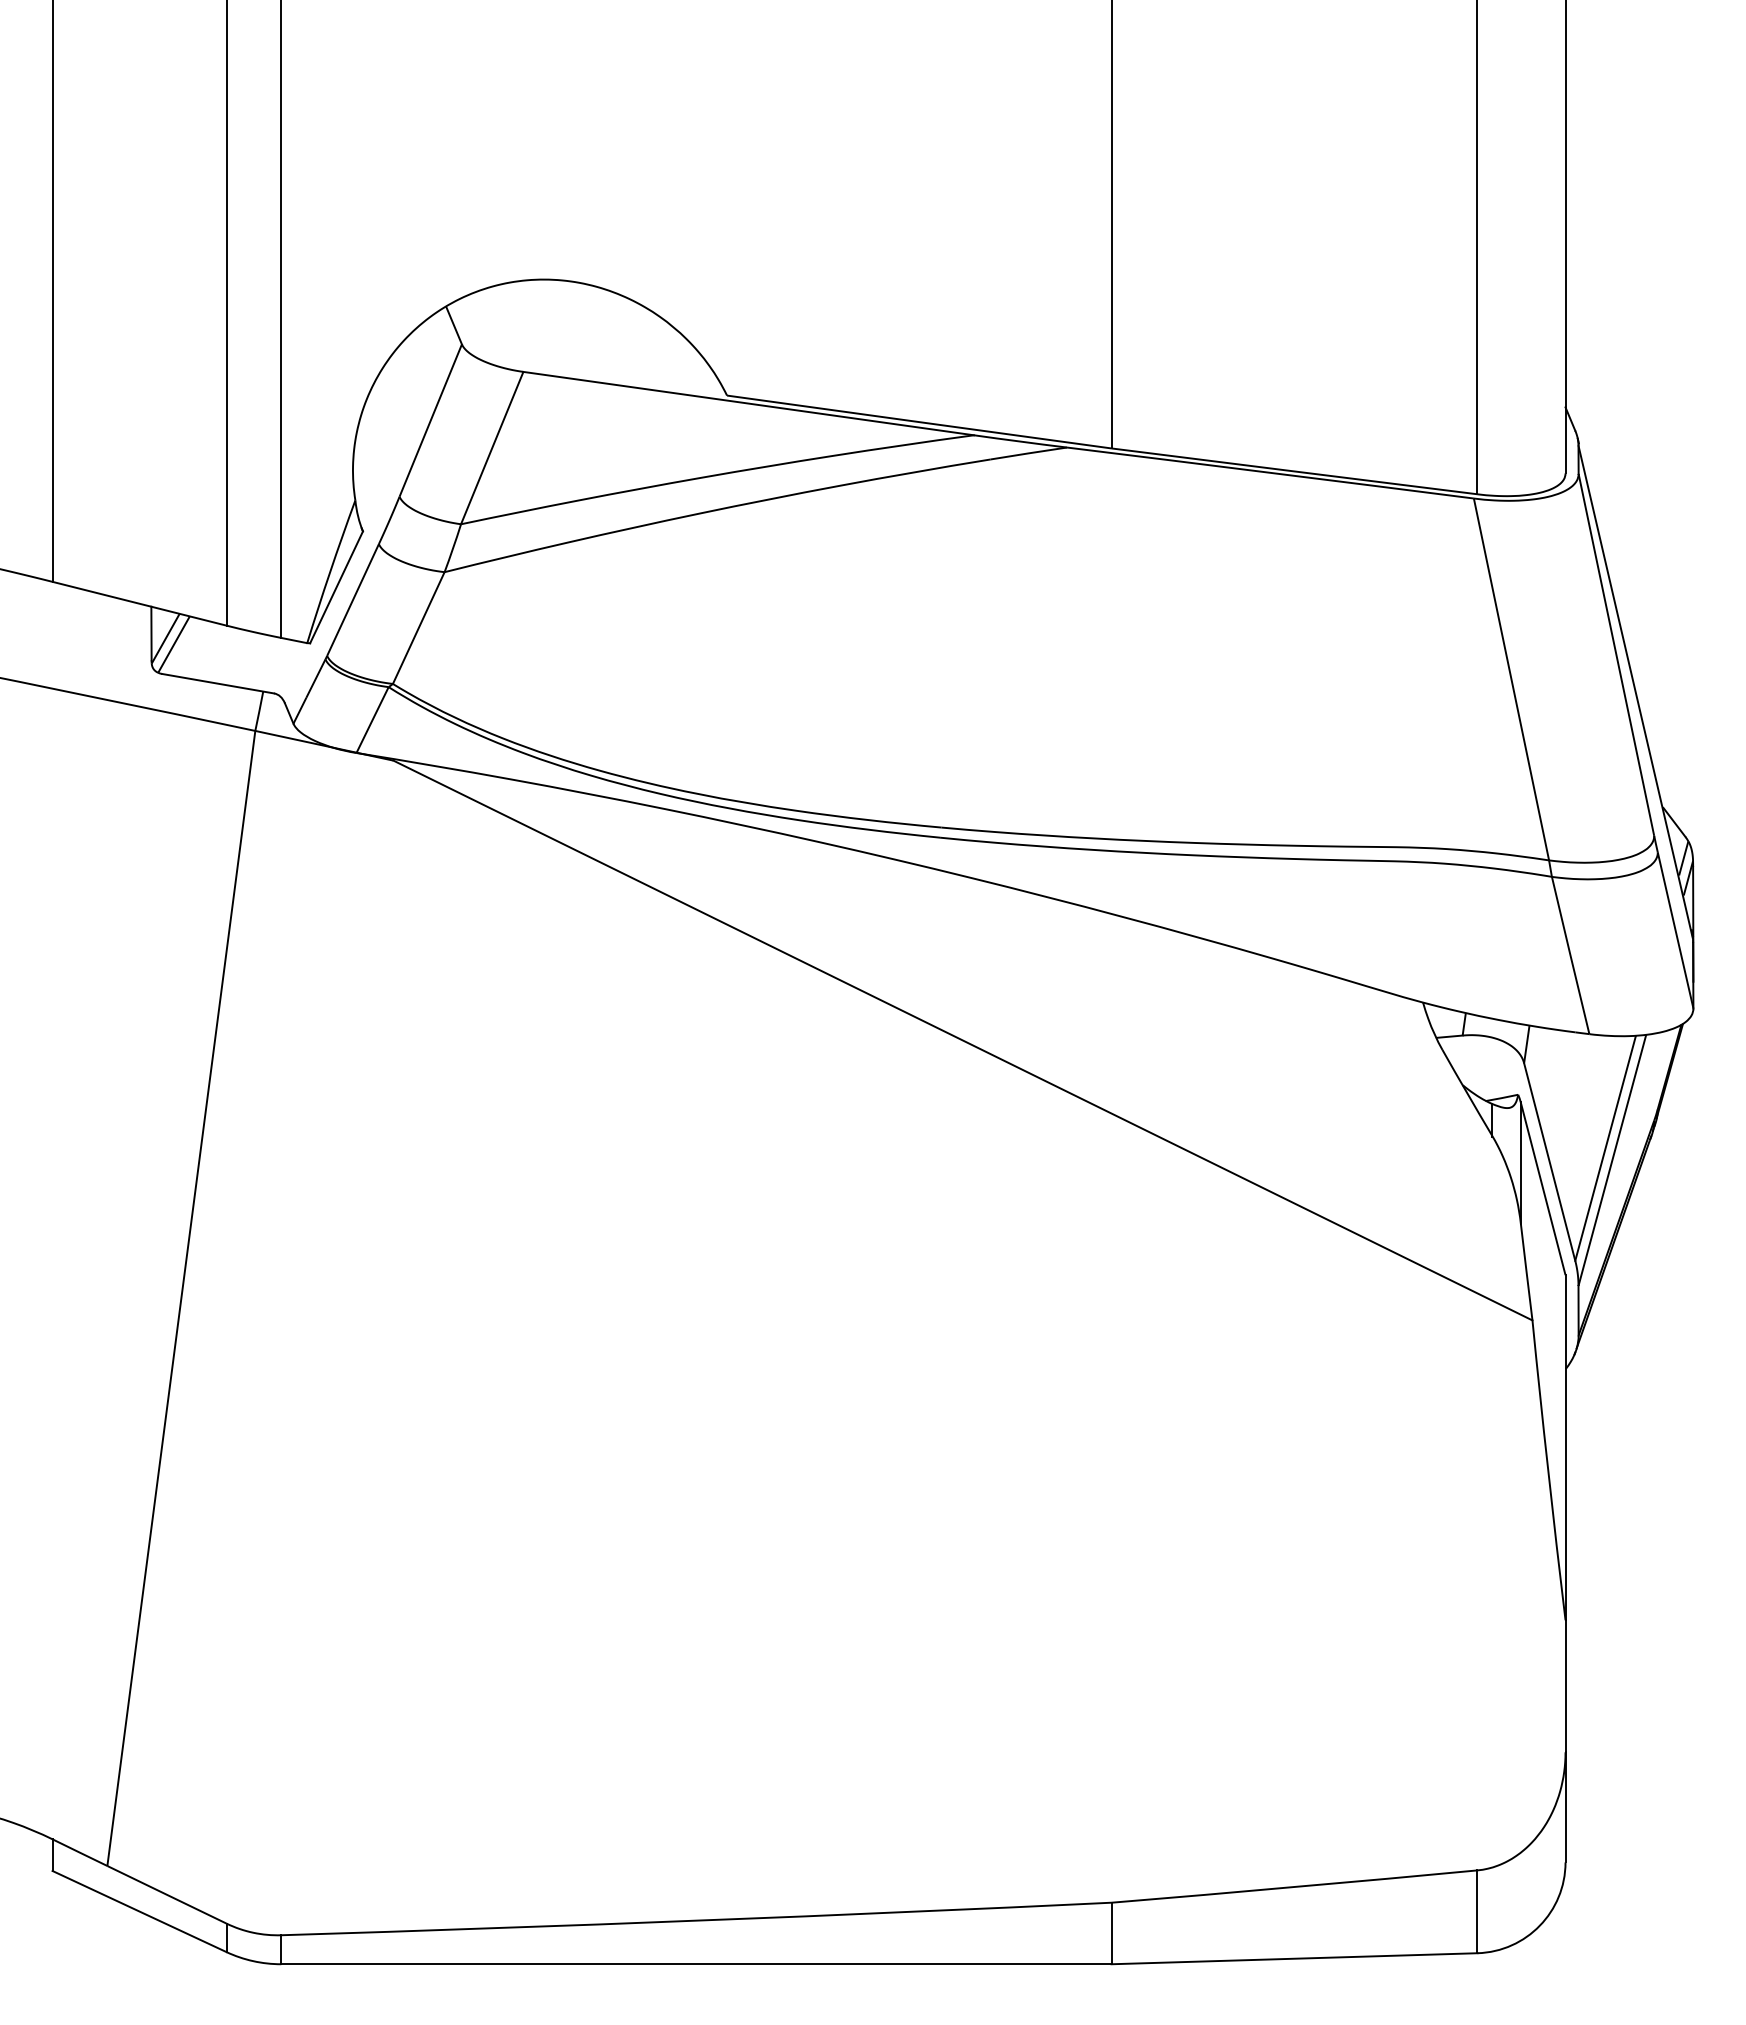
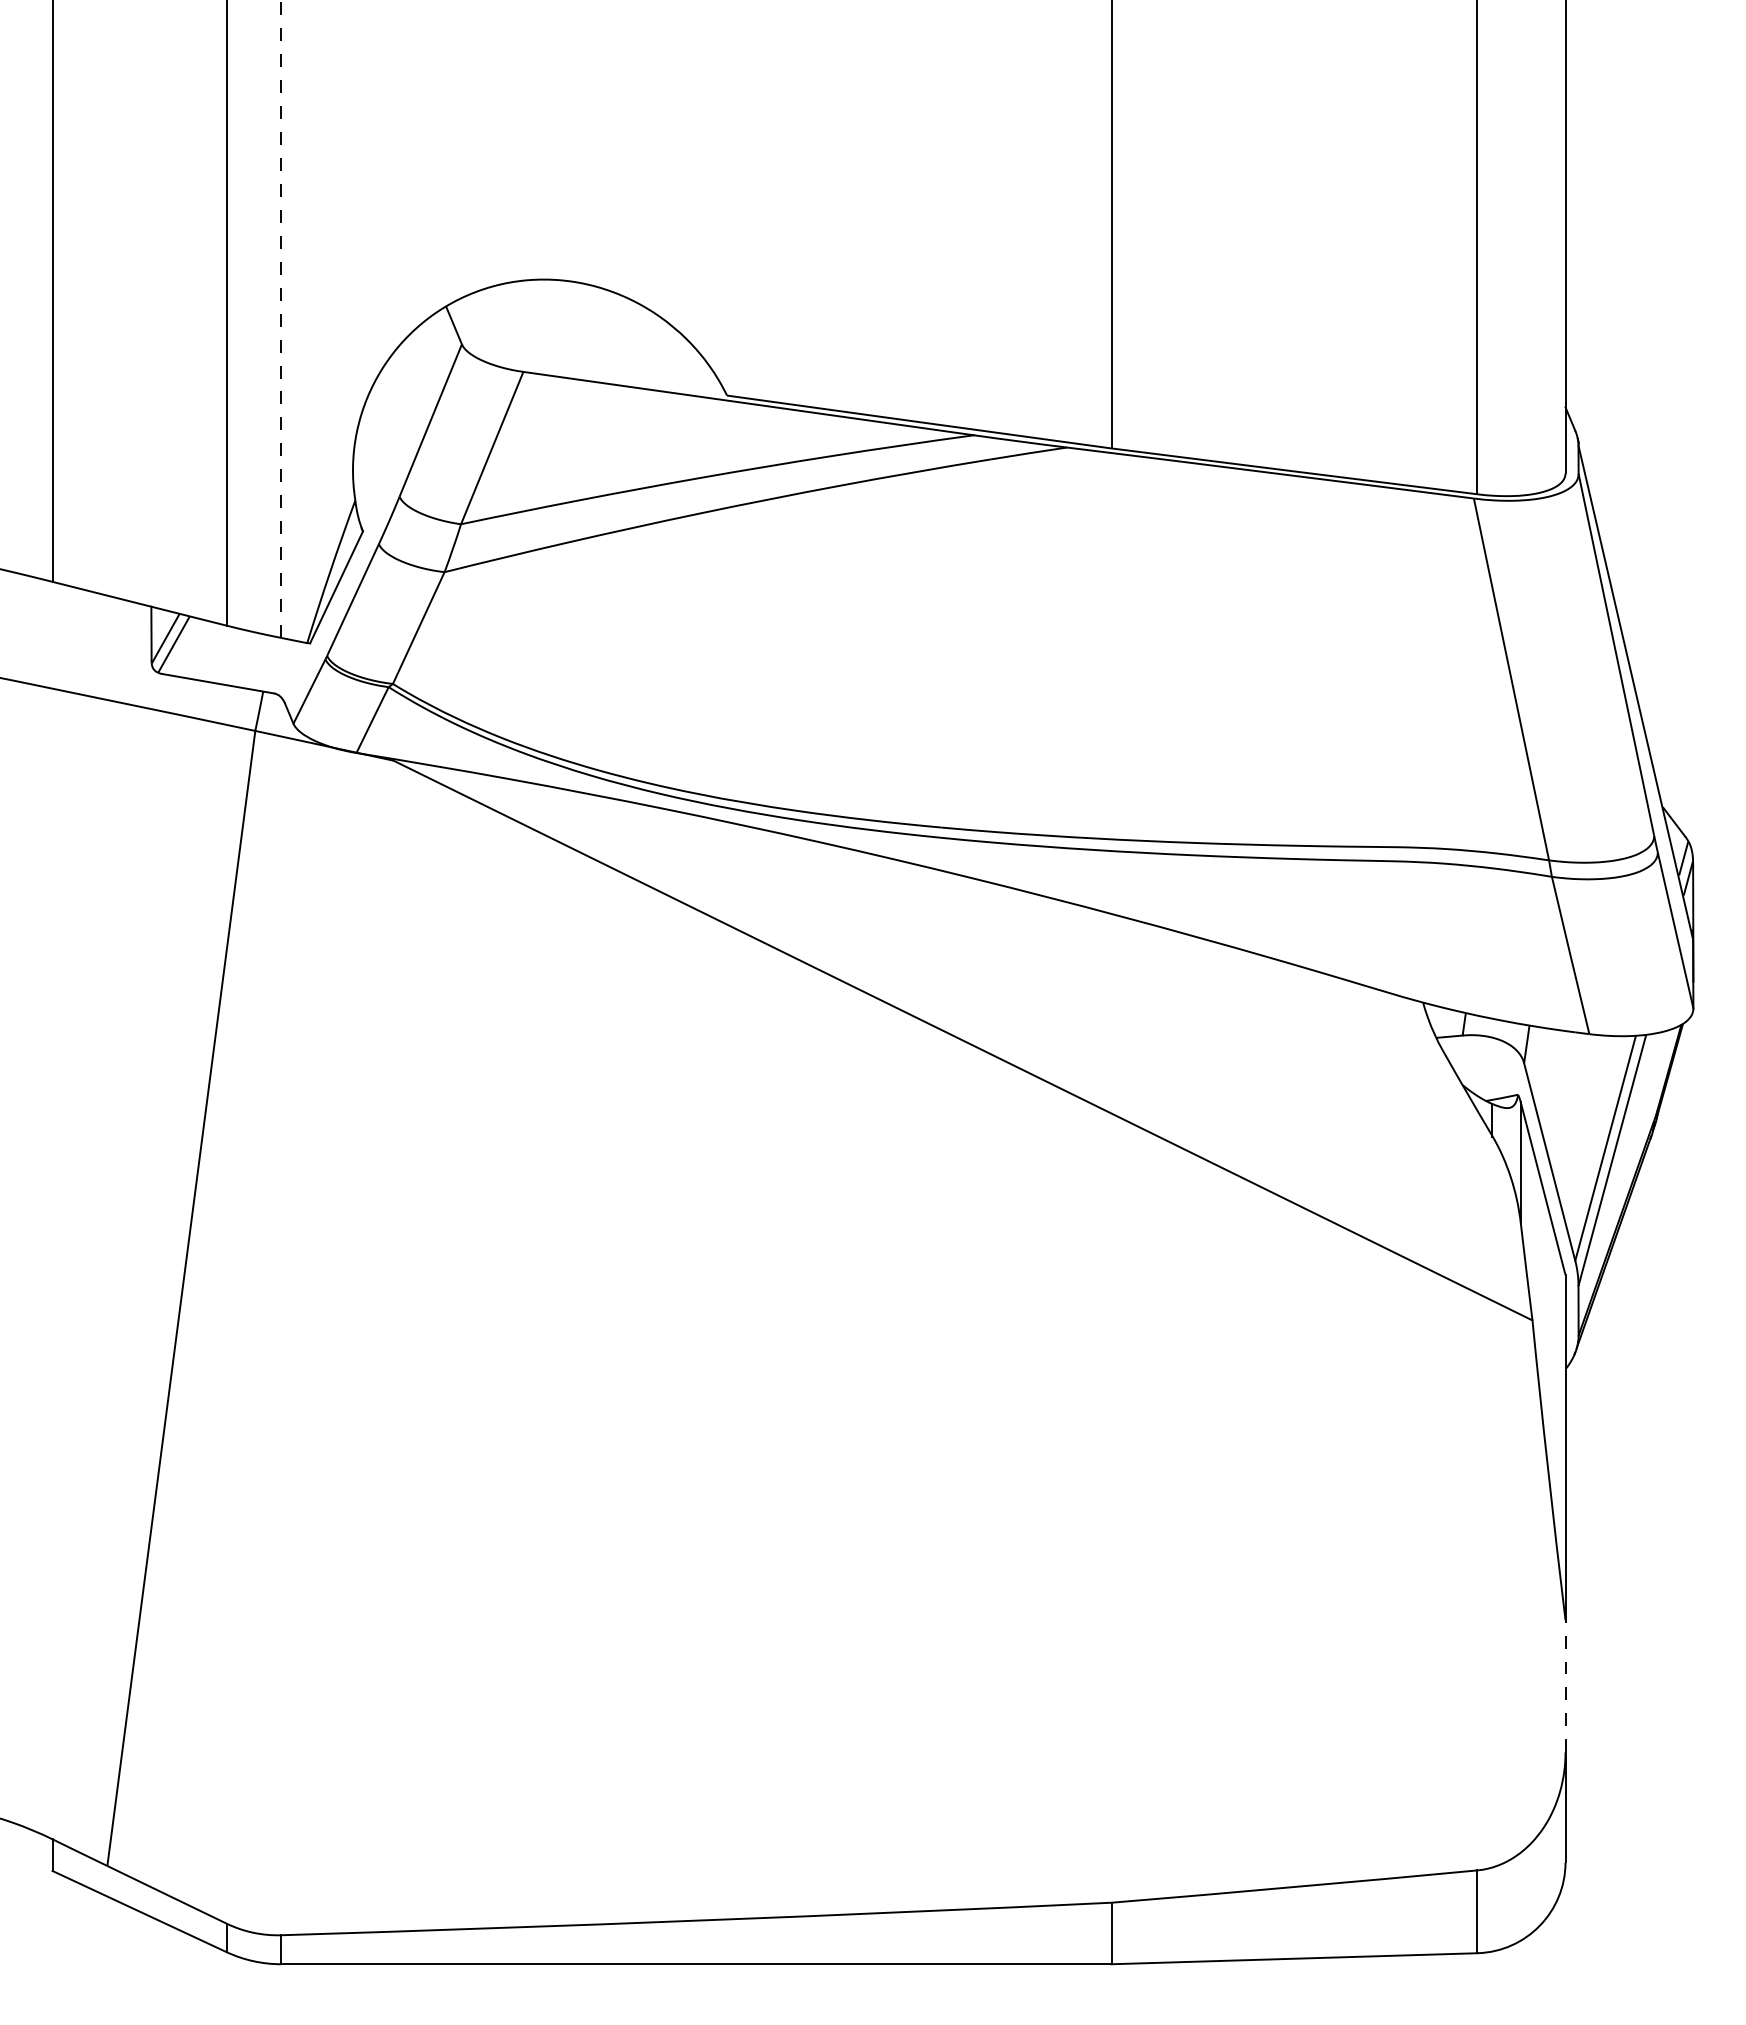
line at (281, 319): solid -> dashed
line at (1565, 1685): solid -> dashed
